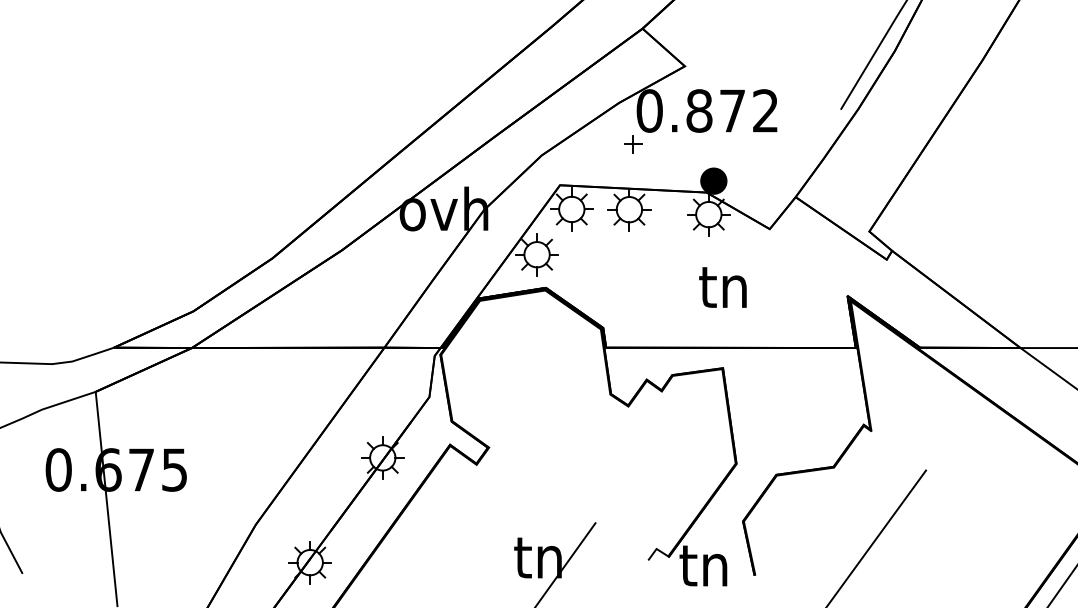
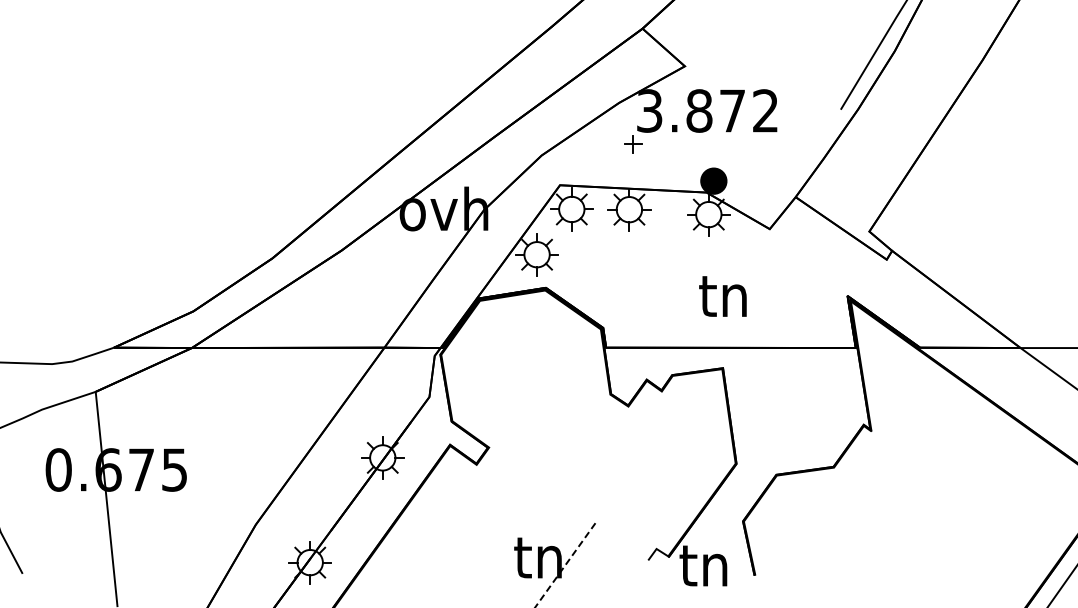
text at (649, 110): 0.872 -> 3.872
text at (722, 287) position: (722, 287) -> (722, 296)
line at (877, 537): present -> none
line at (565, 565): solid -> dashed
